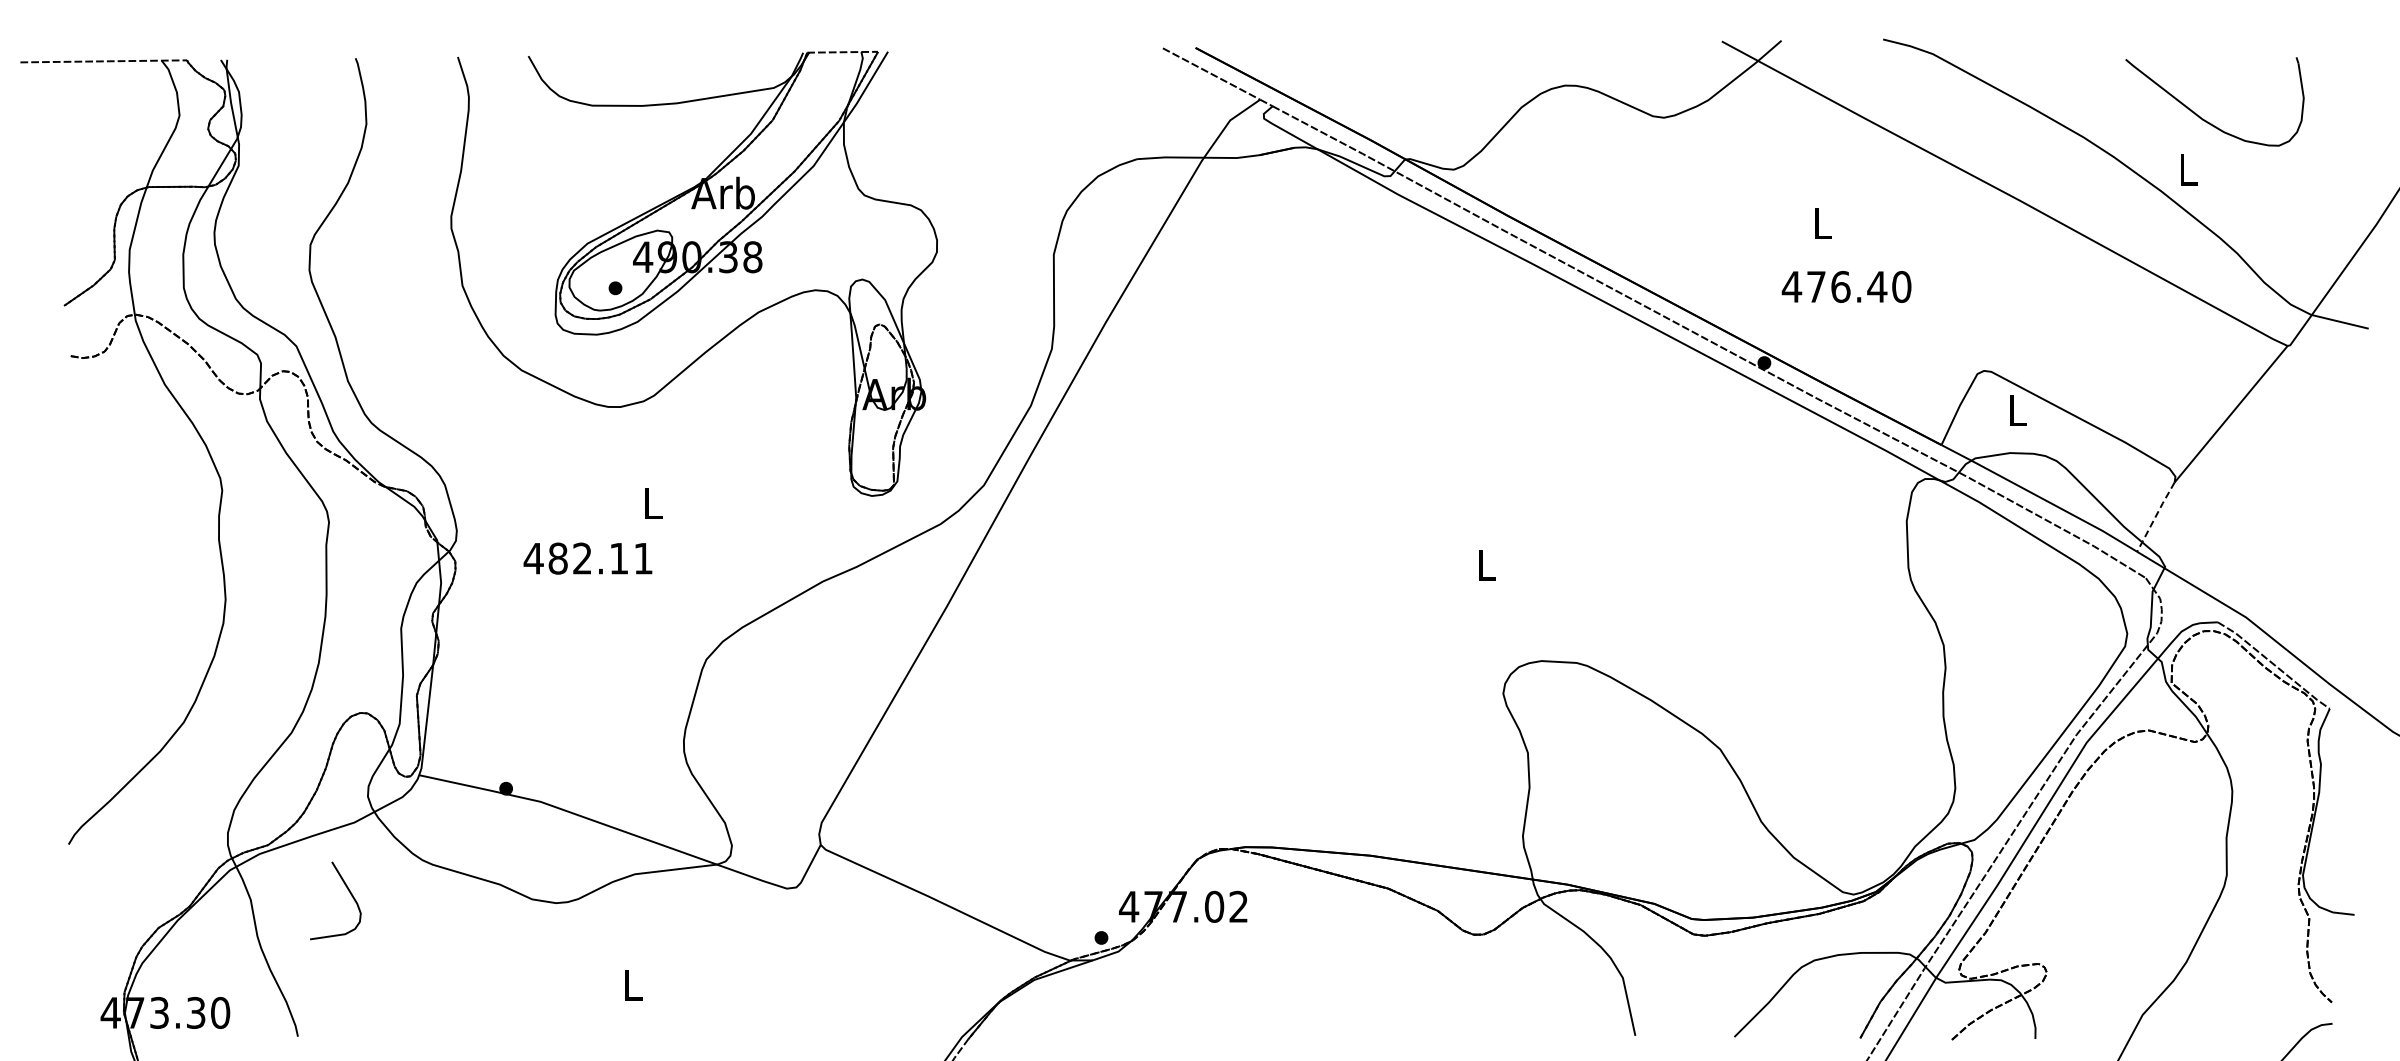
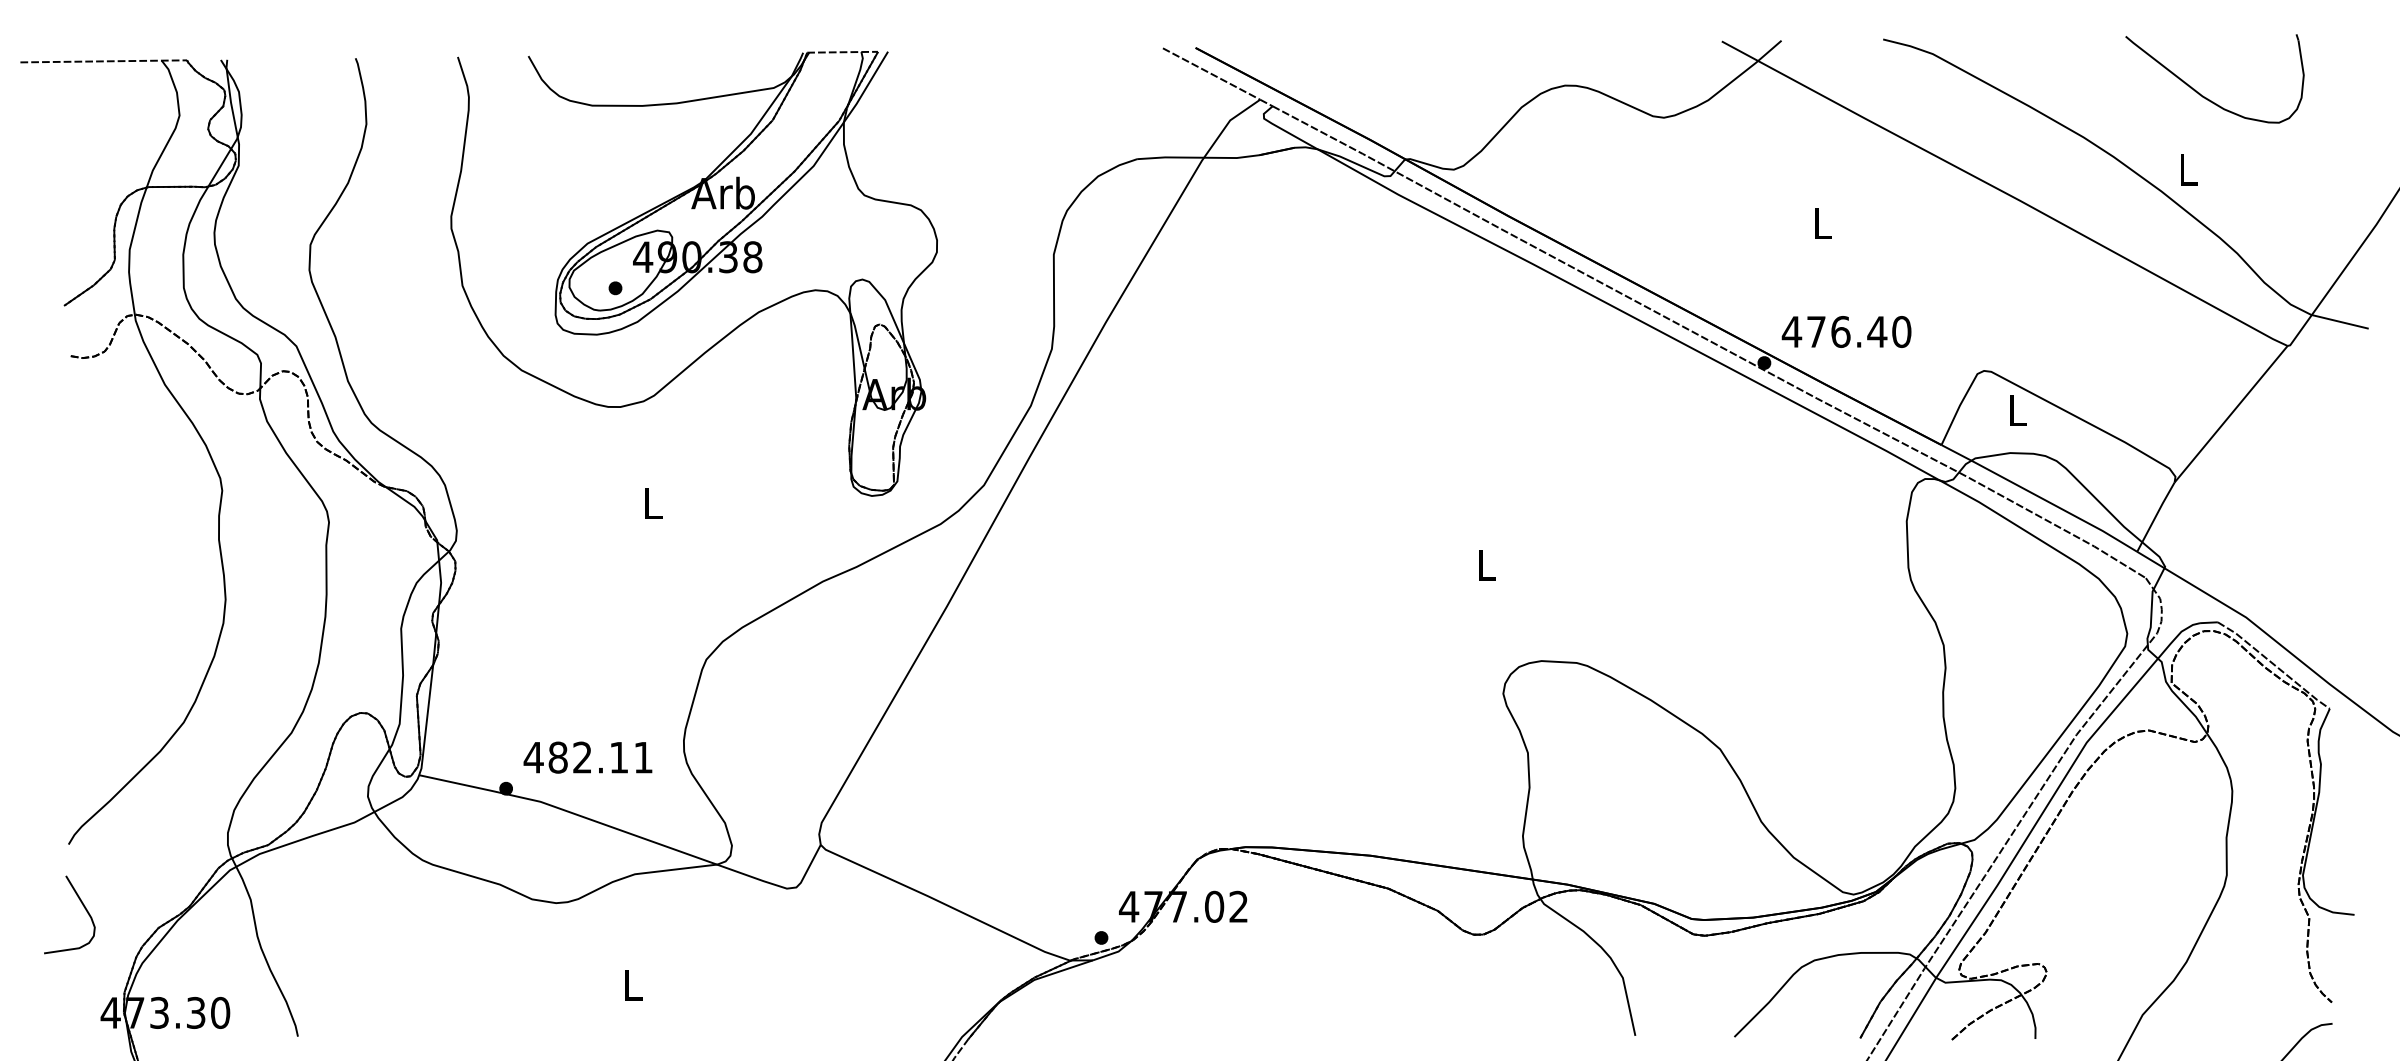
part at (2203, 118) position: (2203, 118) -> (2203, 95)
text at (1846, 286) position: (1846, 286) -> (1846, 331)
line at (2155, 516): dashed -> solid
text at (587, 558) position: (587, 558) -> (587, 757)
curve at (348, 891) position: (348, 891) -> (82, 905)
